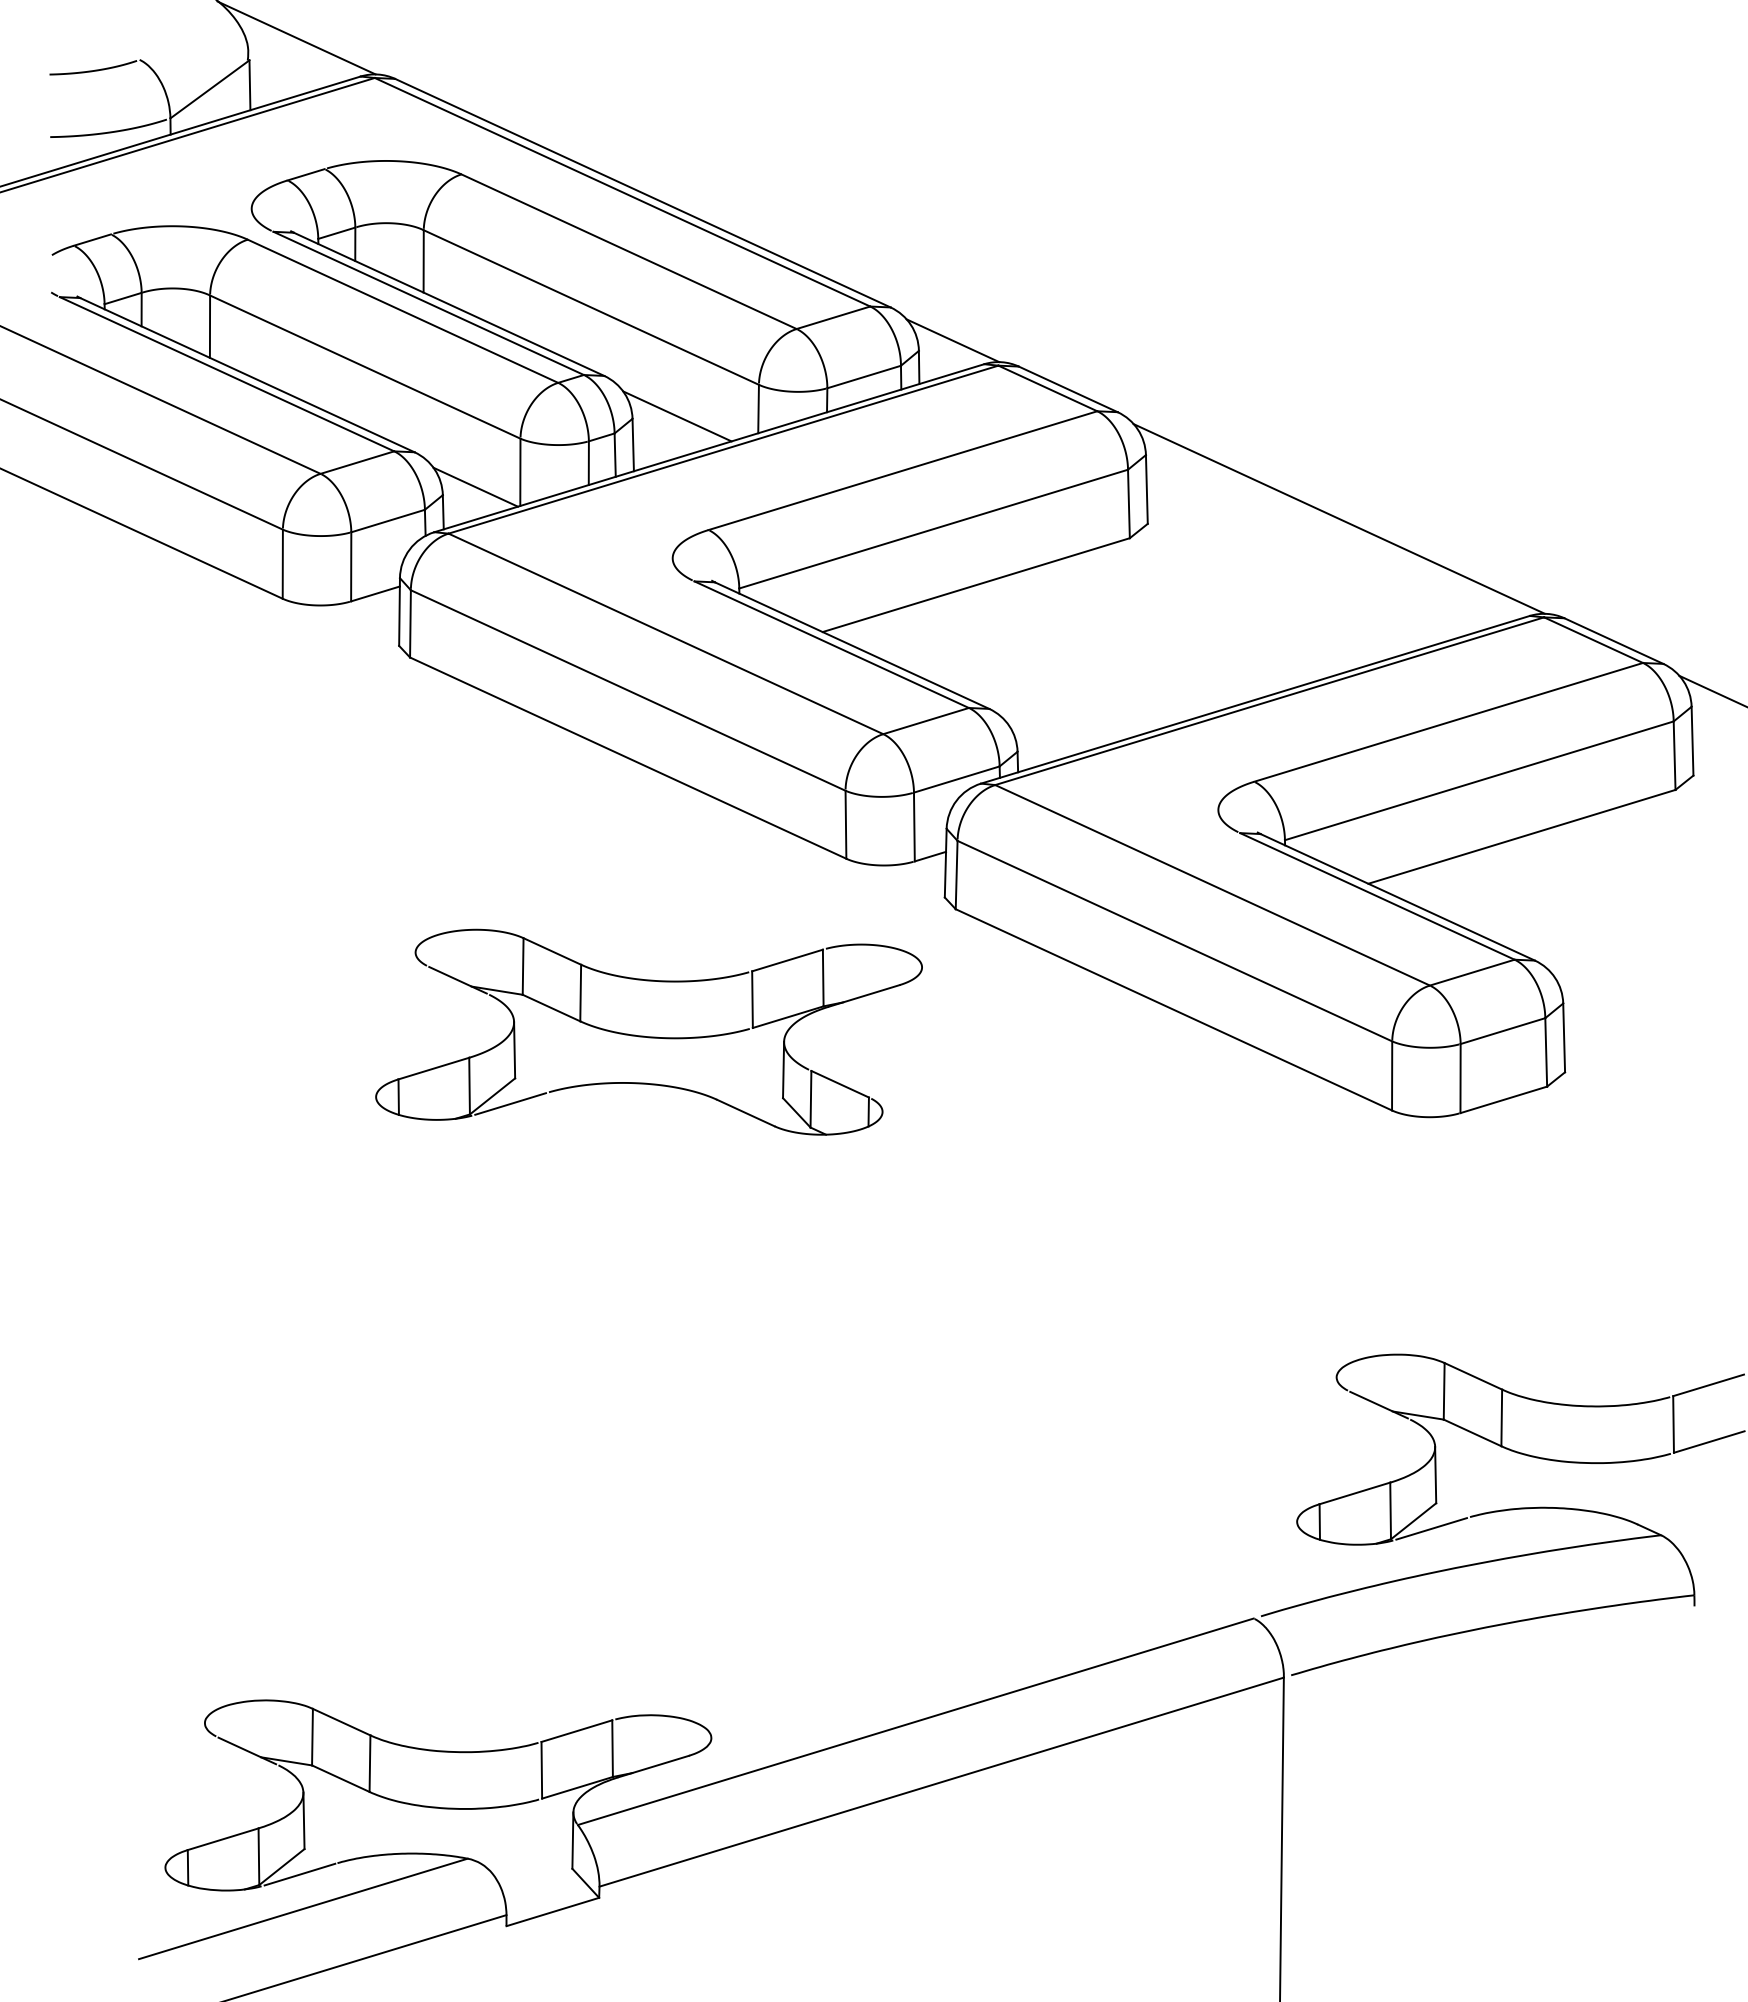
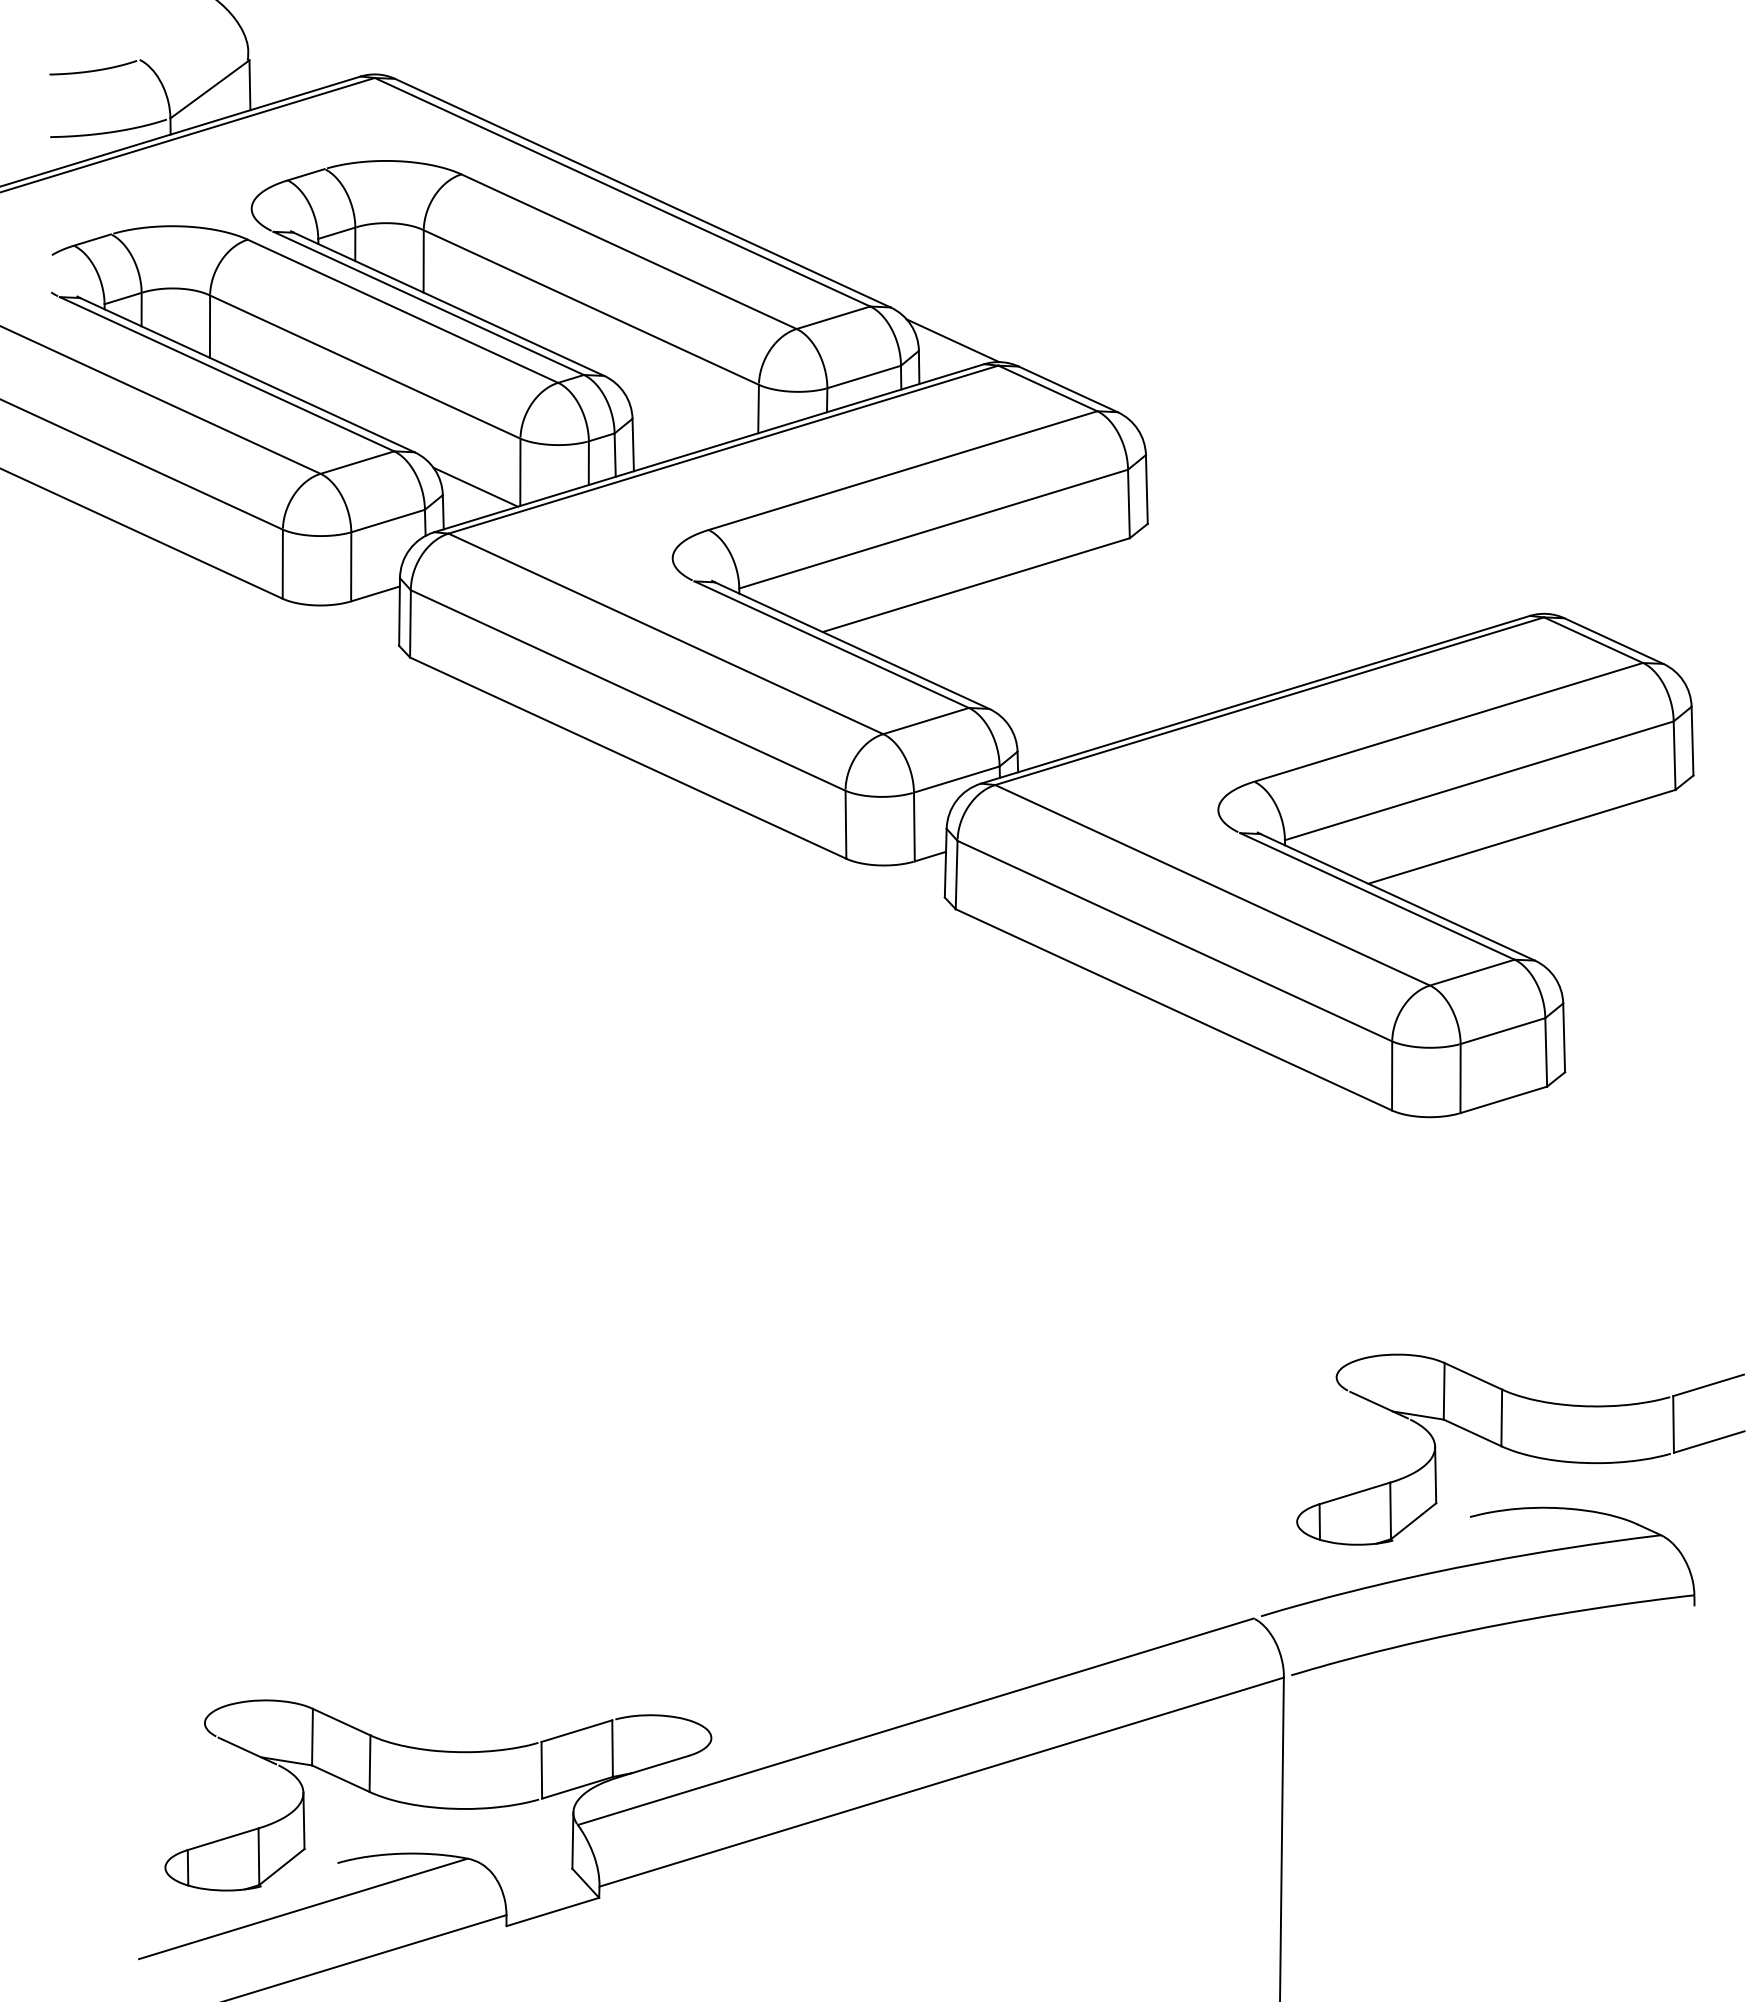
line at (297, 38): present -> none
line at (677, 416): present -> none
line at (1338, 518): present -> none
line at (1711, 690): present -> none
part at (648, 1031): present -> none
line at (1431, 1528): present -> none
line at (299, 1874): present -> none
